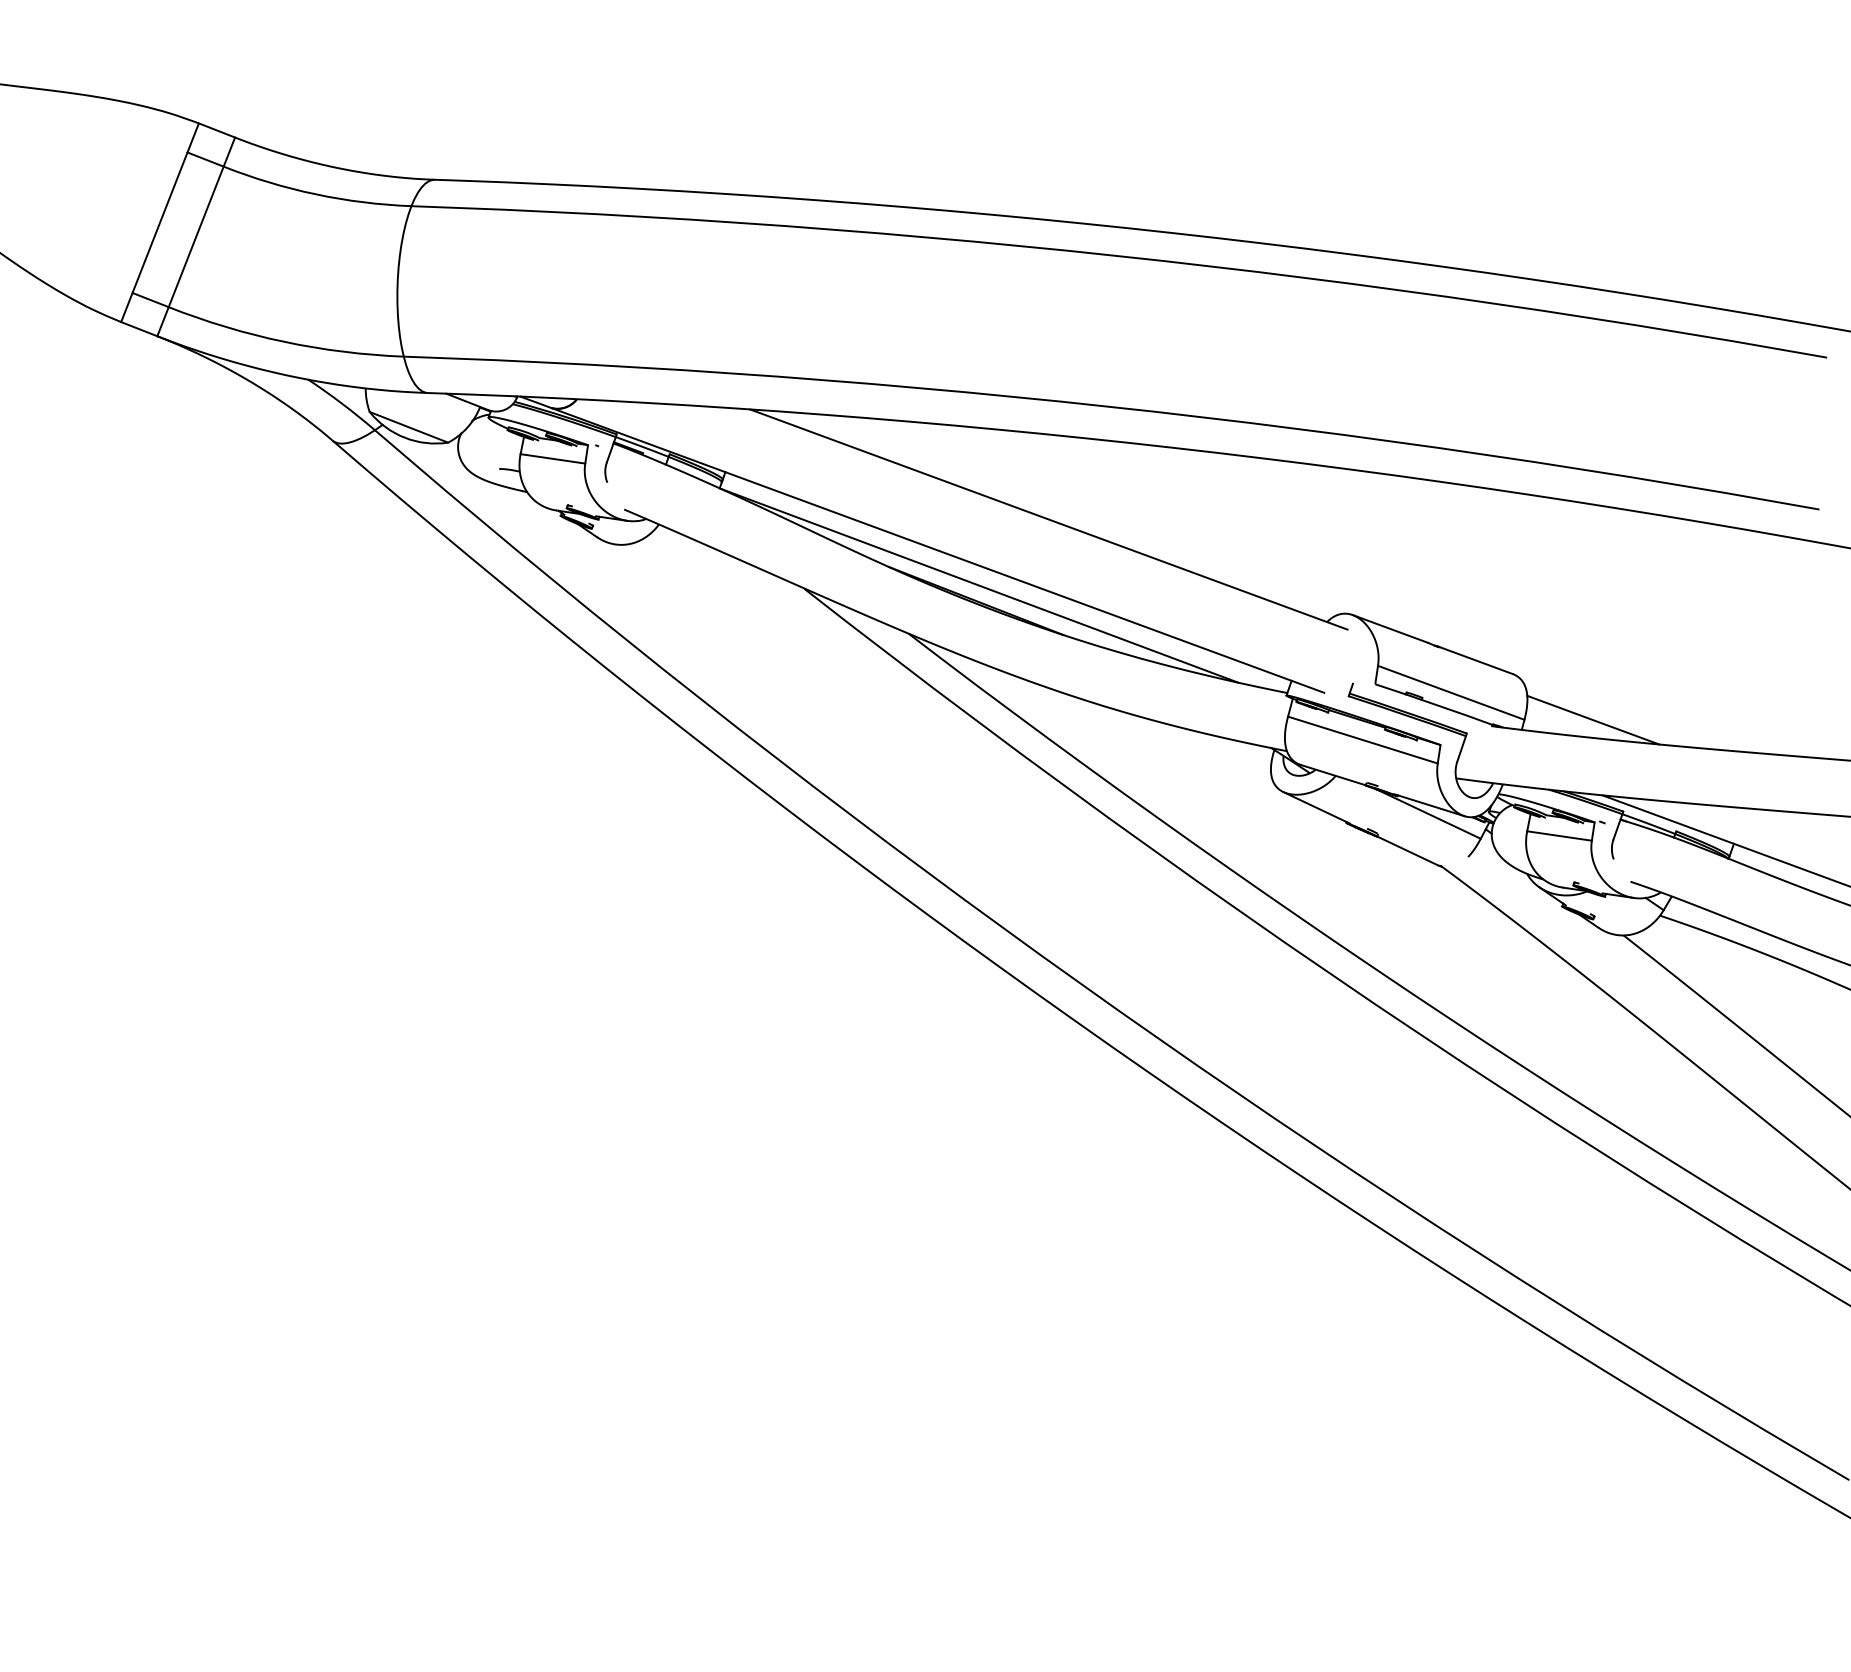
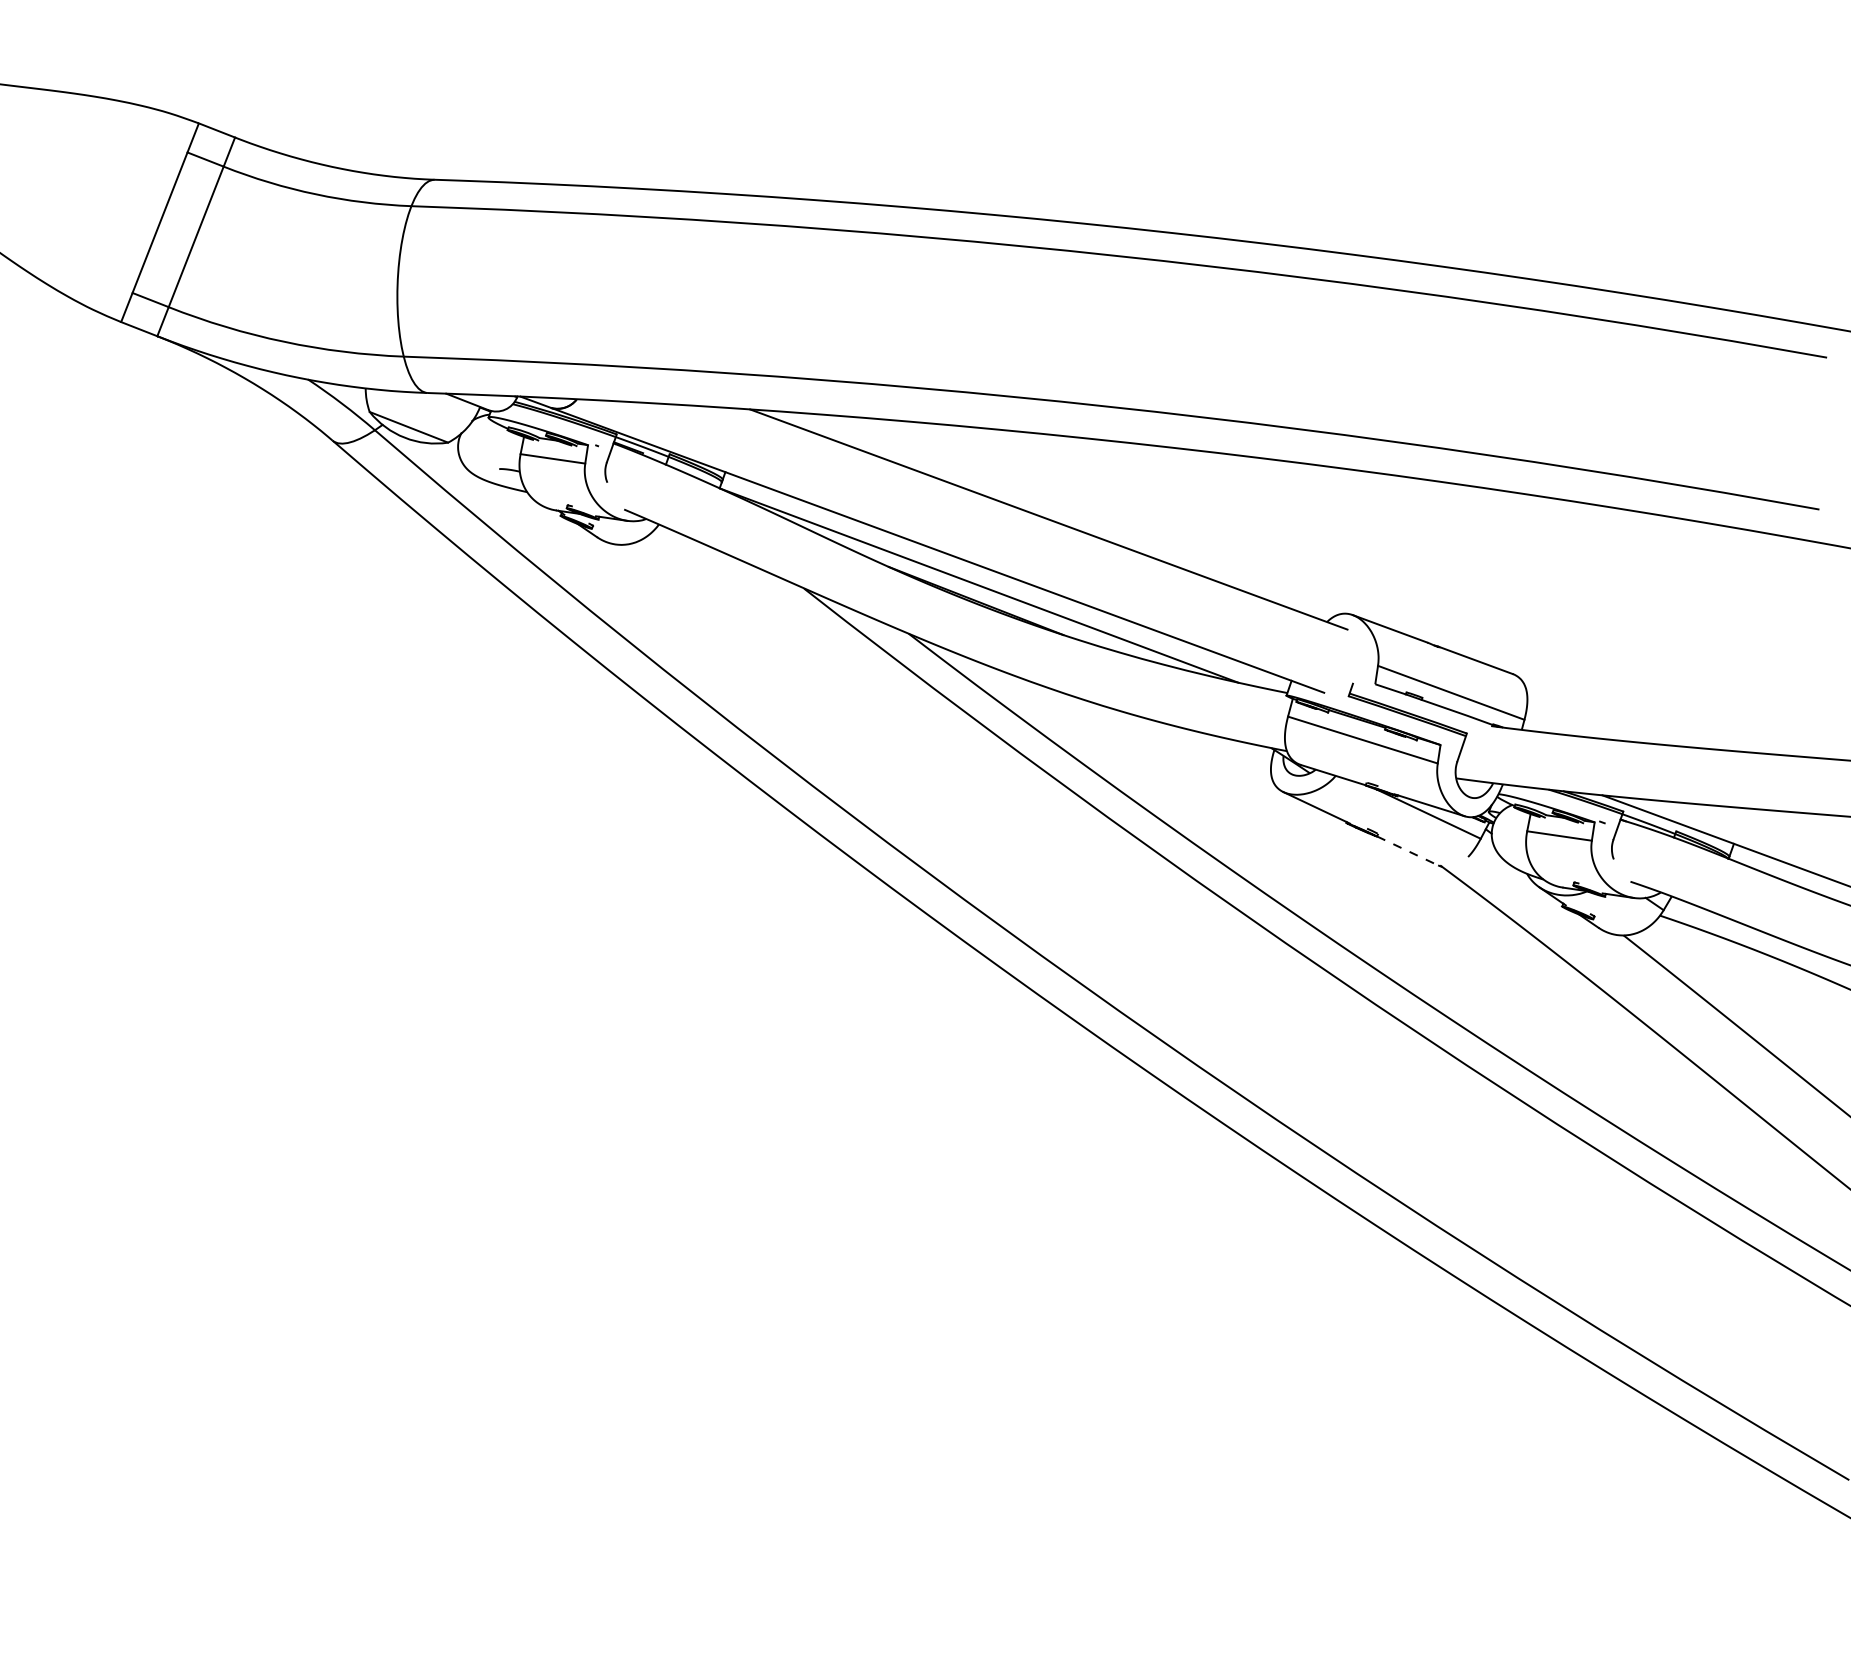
line at (1593, 719): present -> none
line at (1407, 850): solid -> dashed
